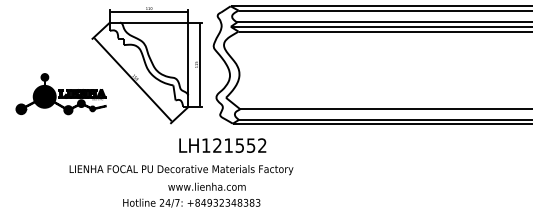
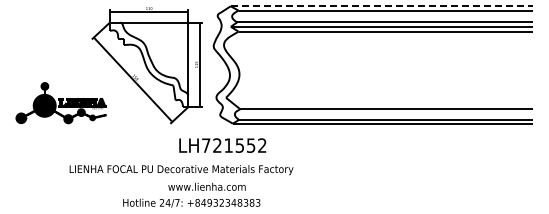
line at (381, 6): solid -> dashed
part at (60, 94) position: (60, 94) -> (60, 103)
text at (206, 145): LH121552 -> LH721552
